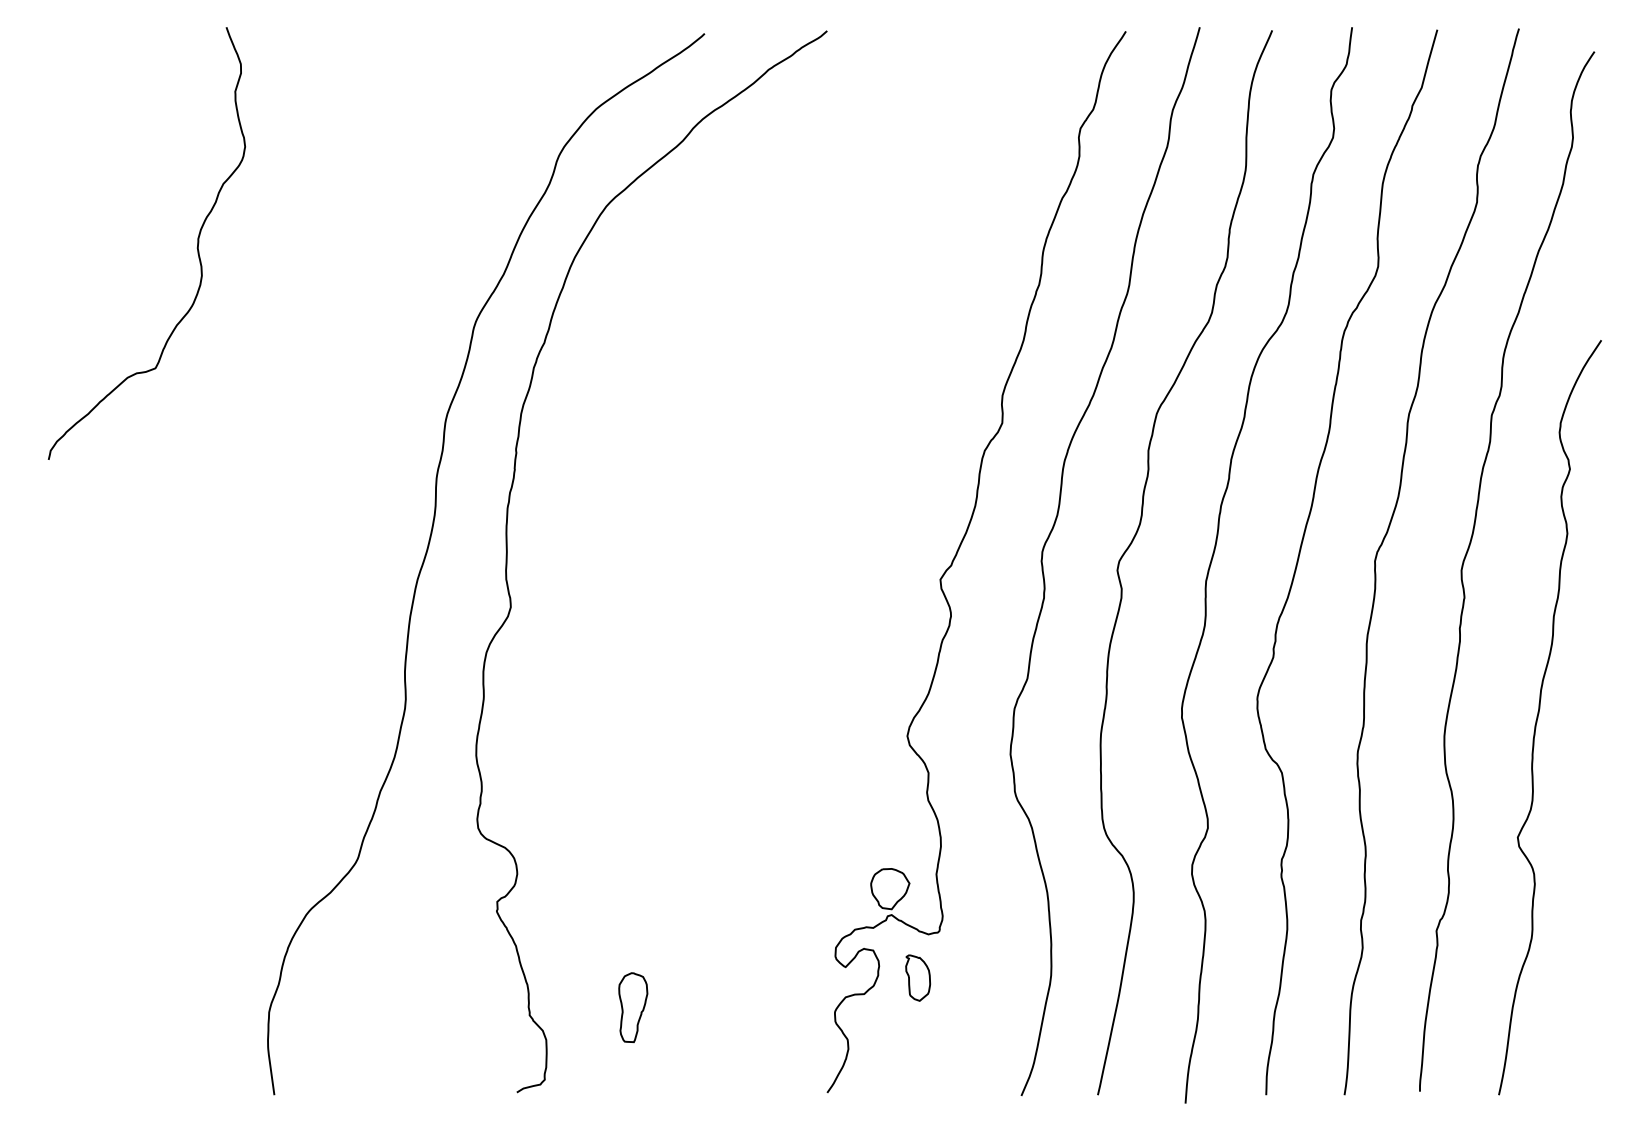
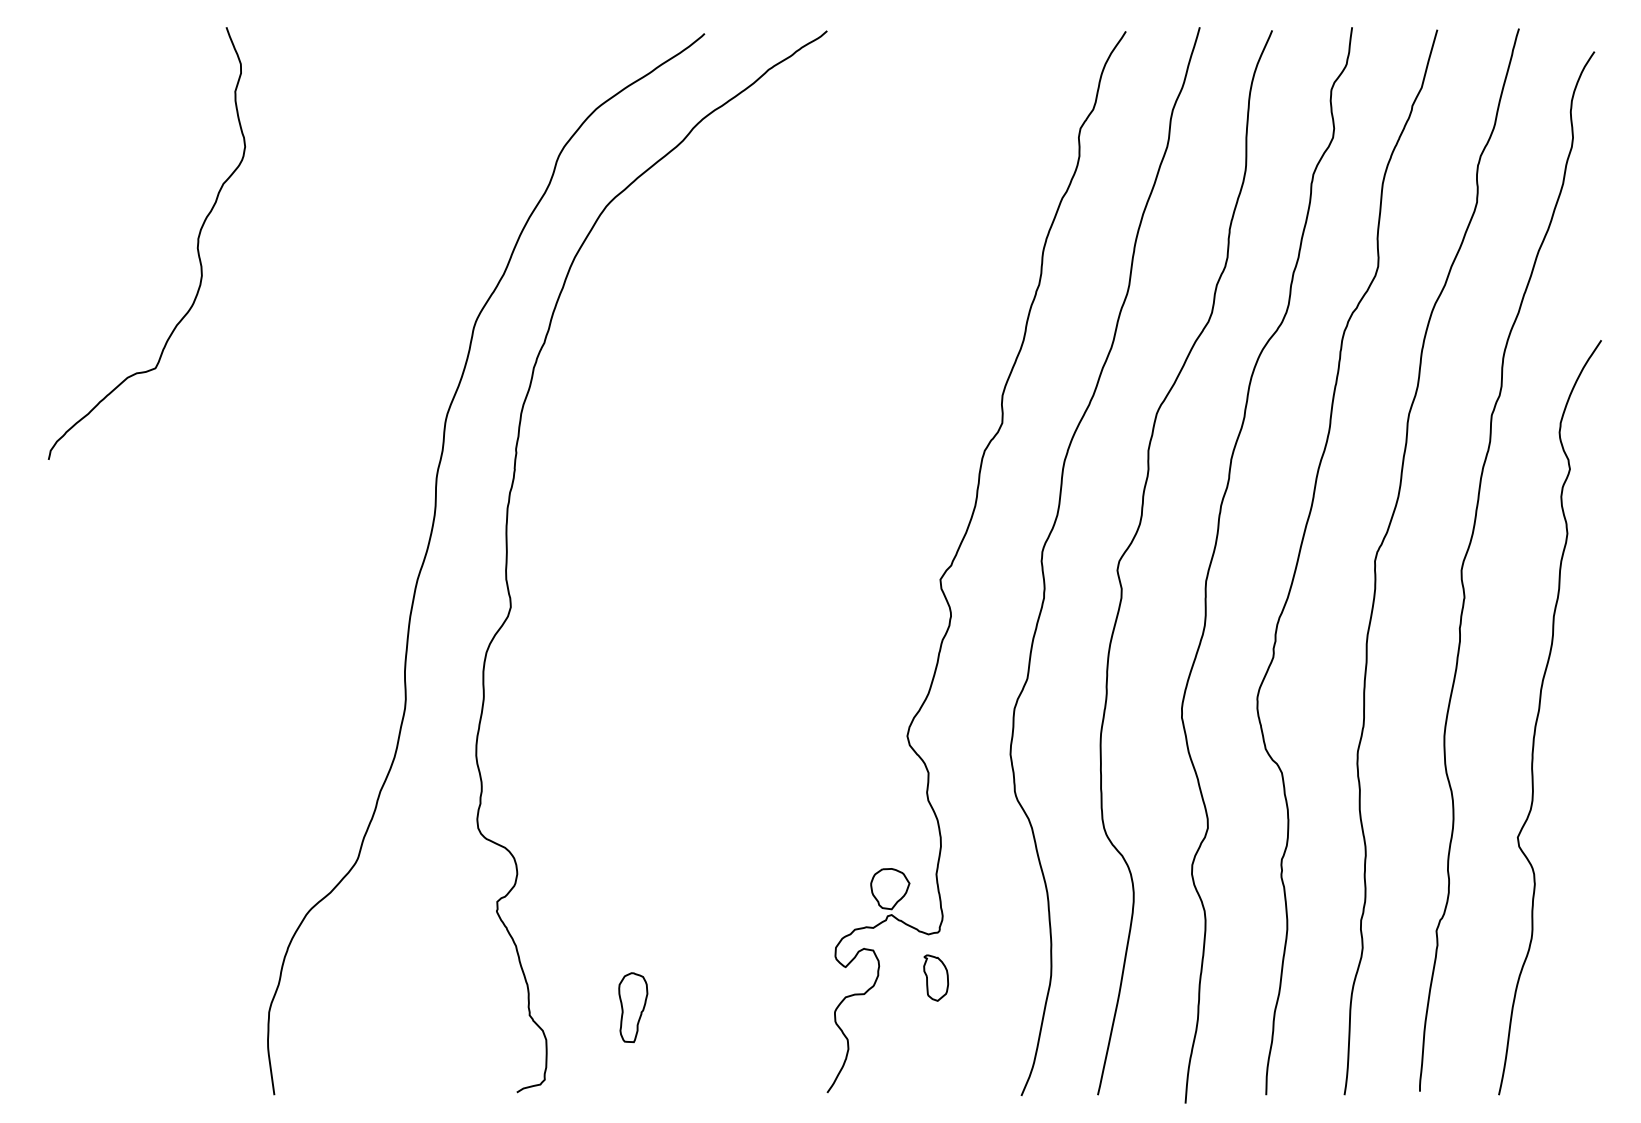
part at (918, 977) position: (918, 977) -> (936, 977)
